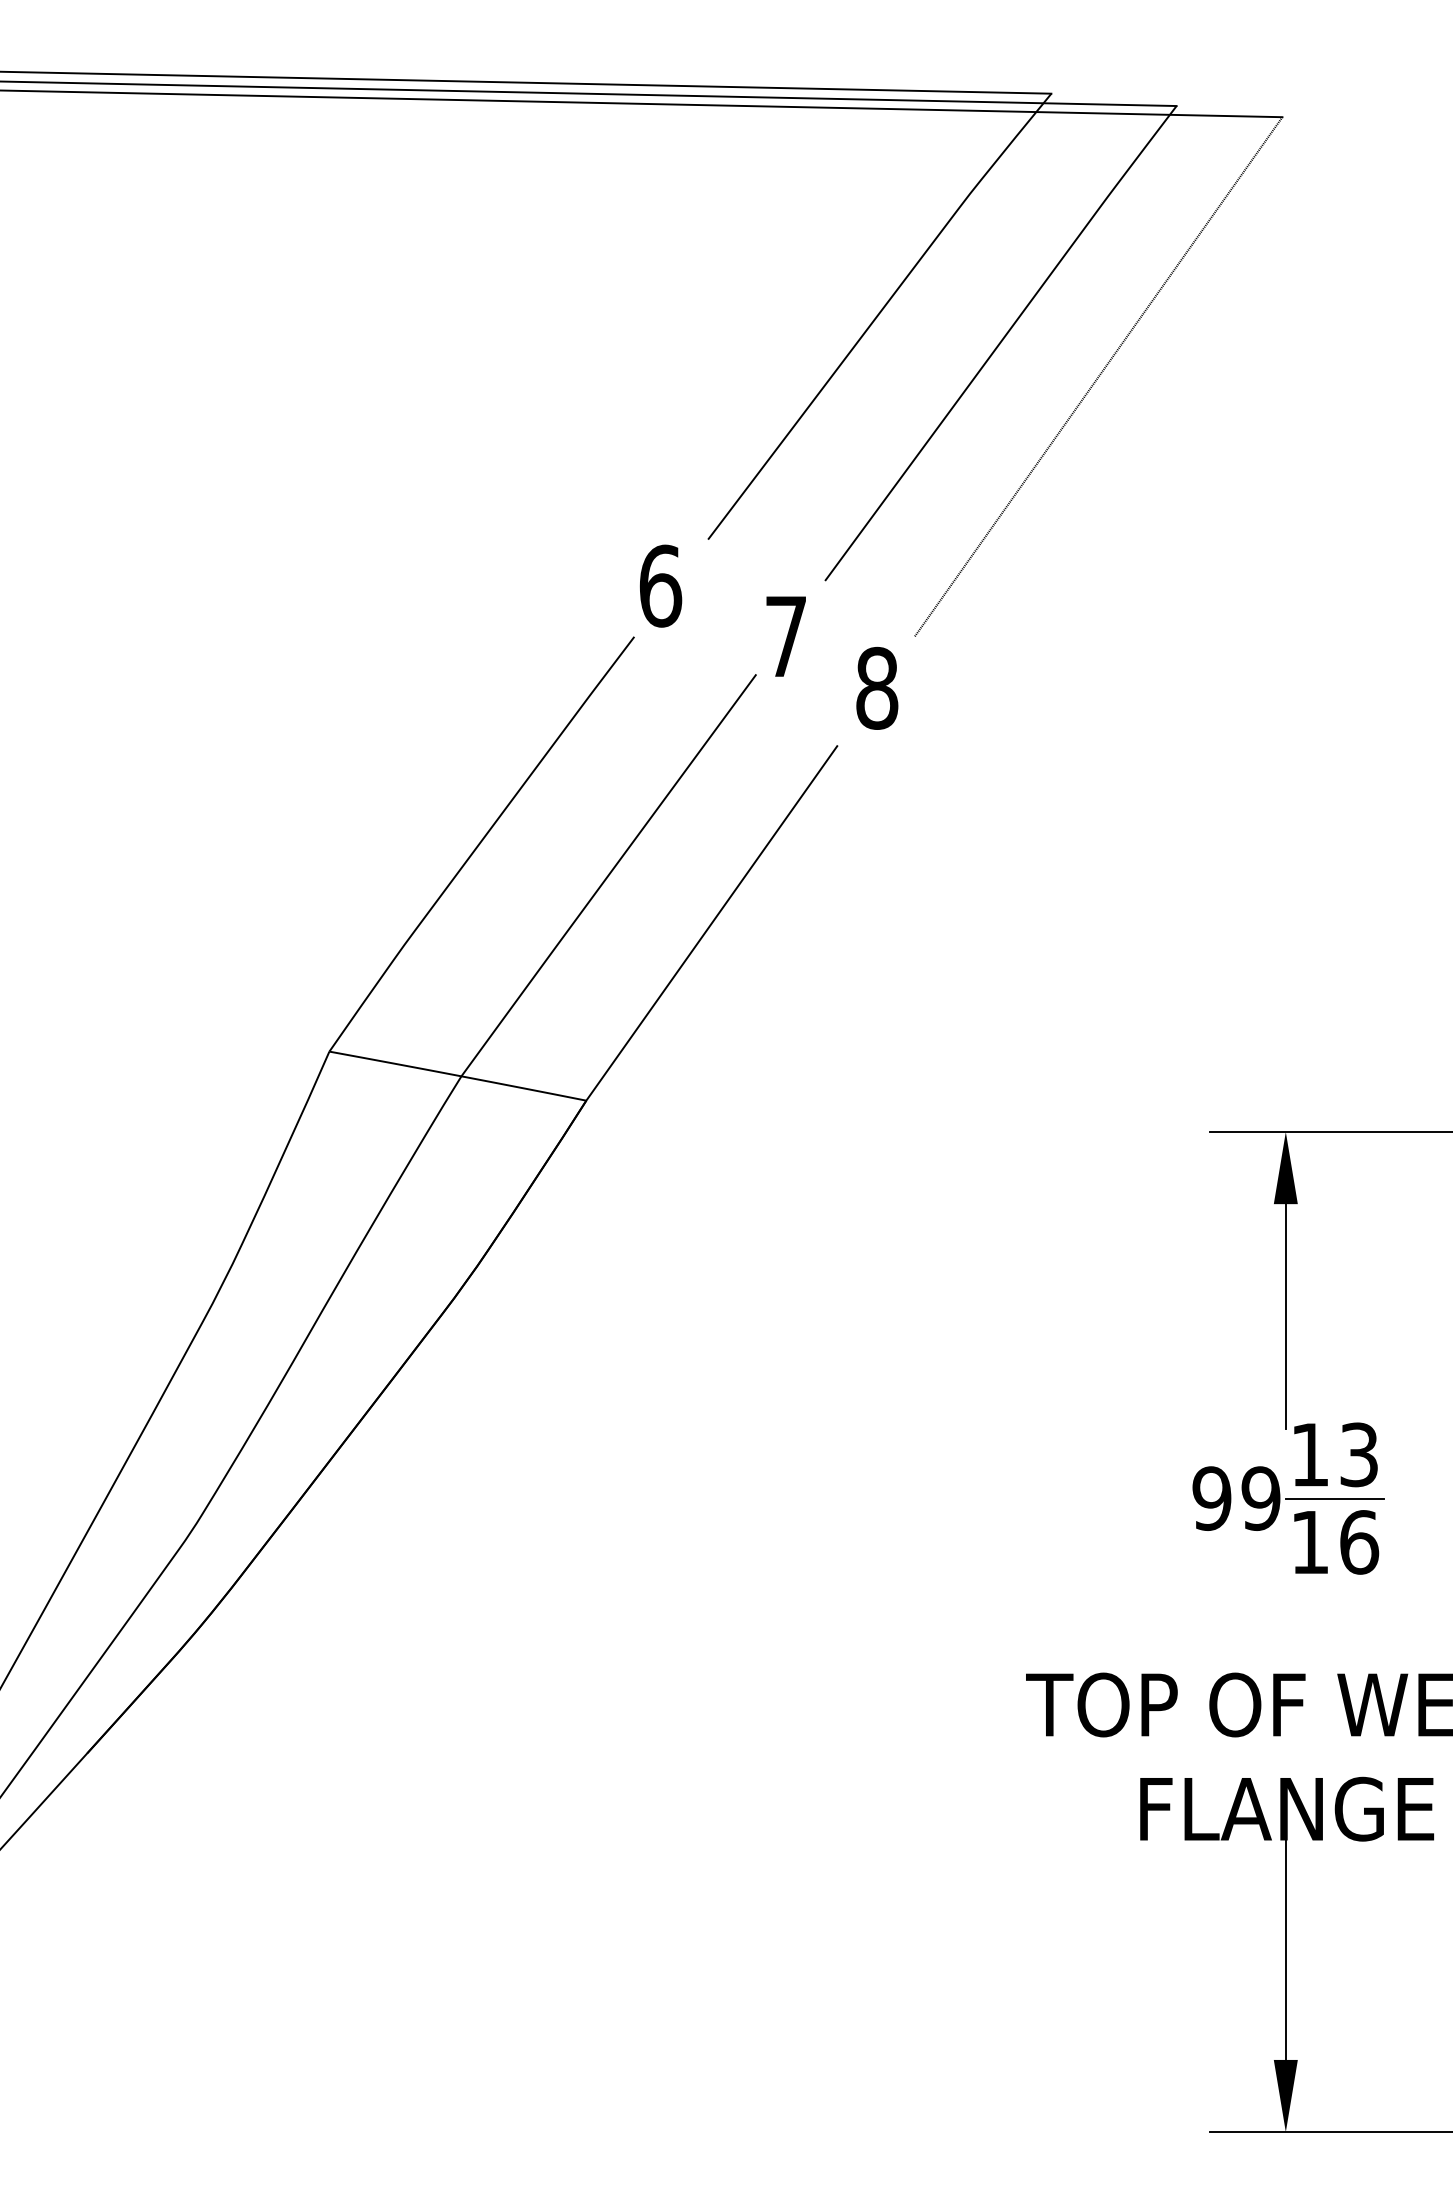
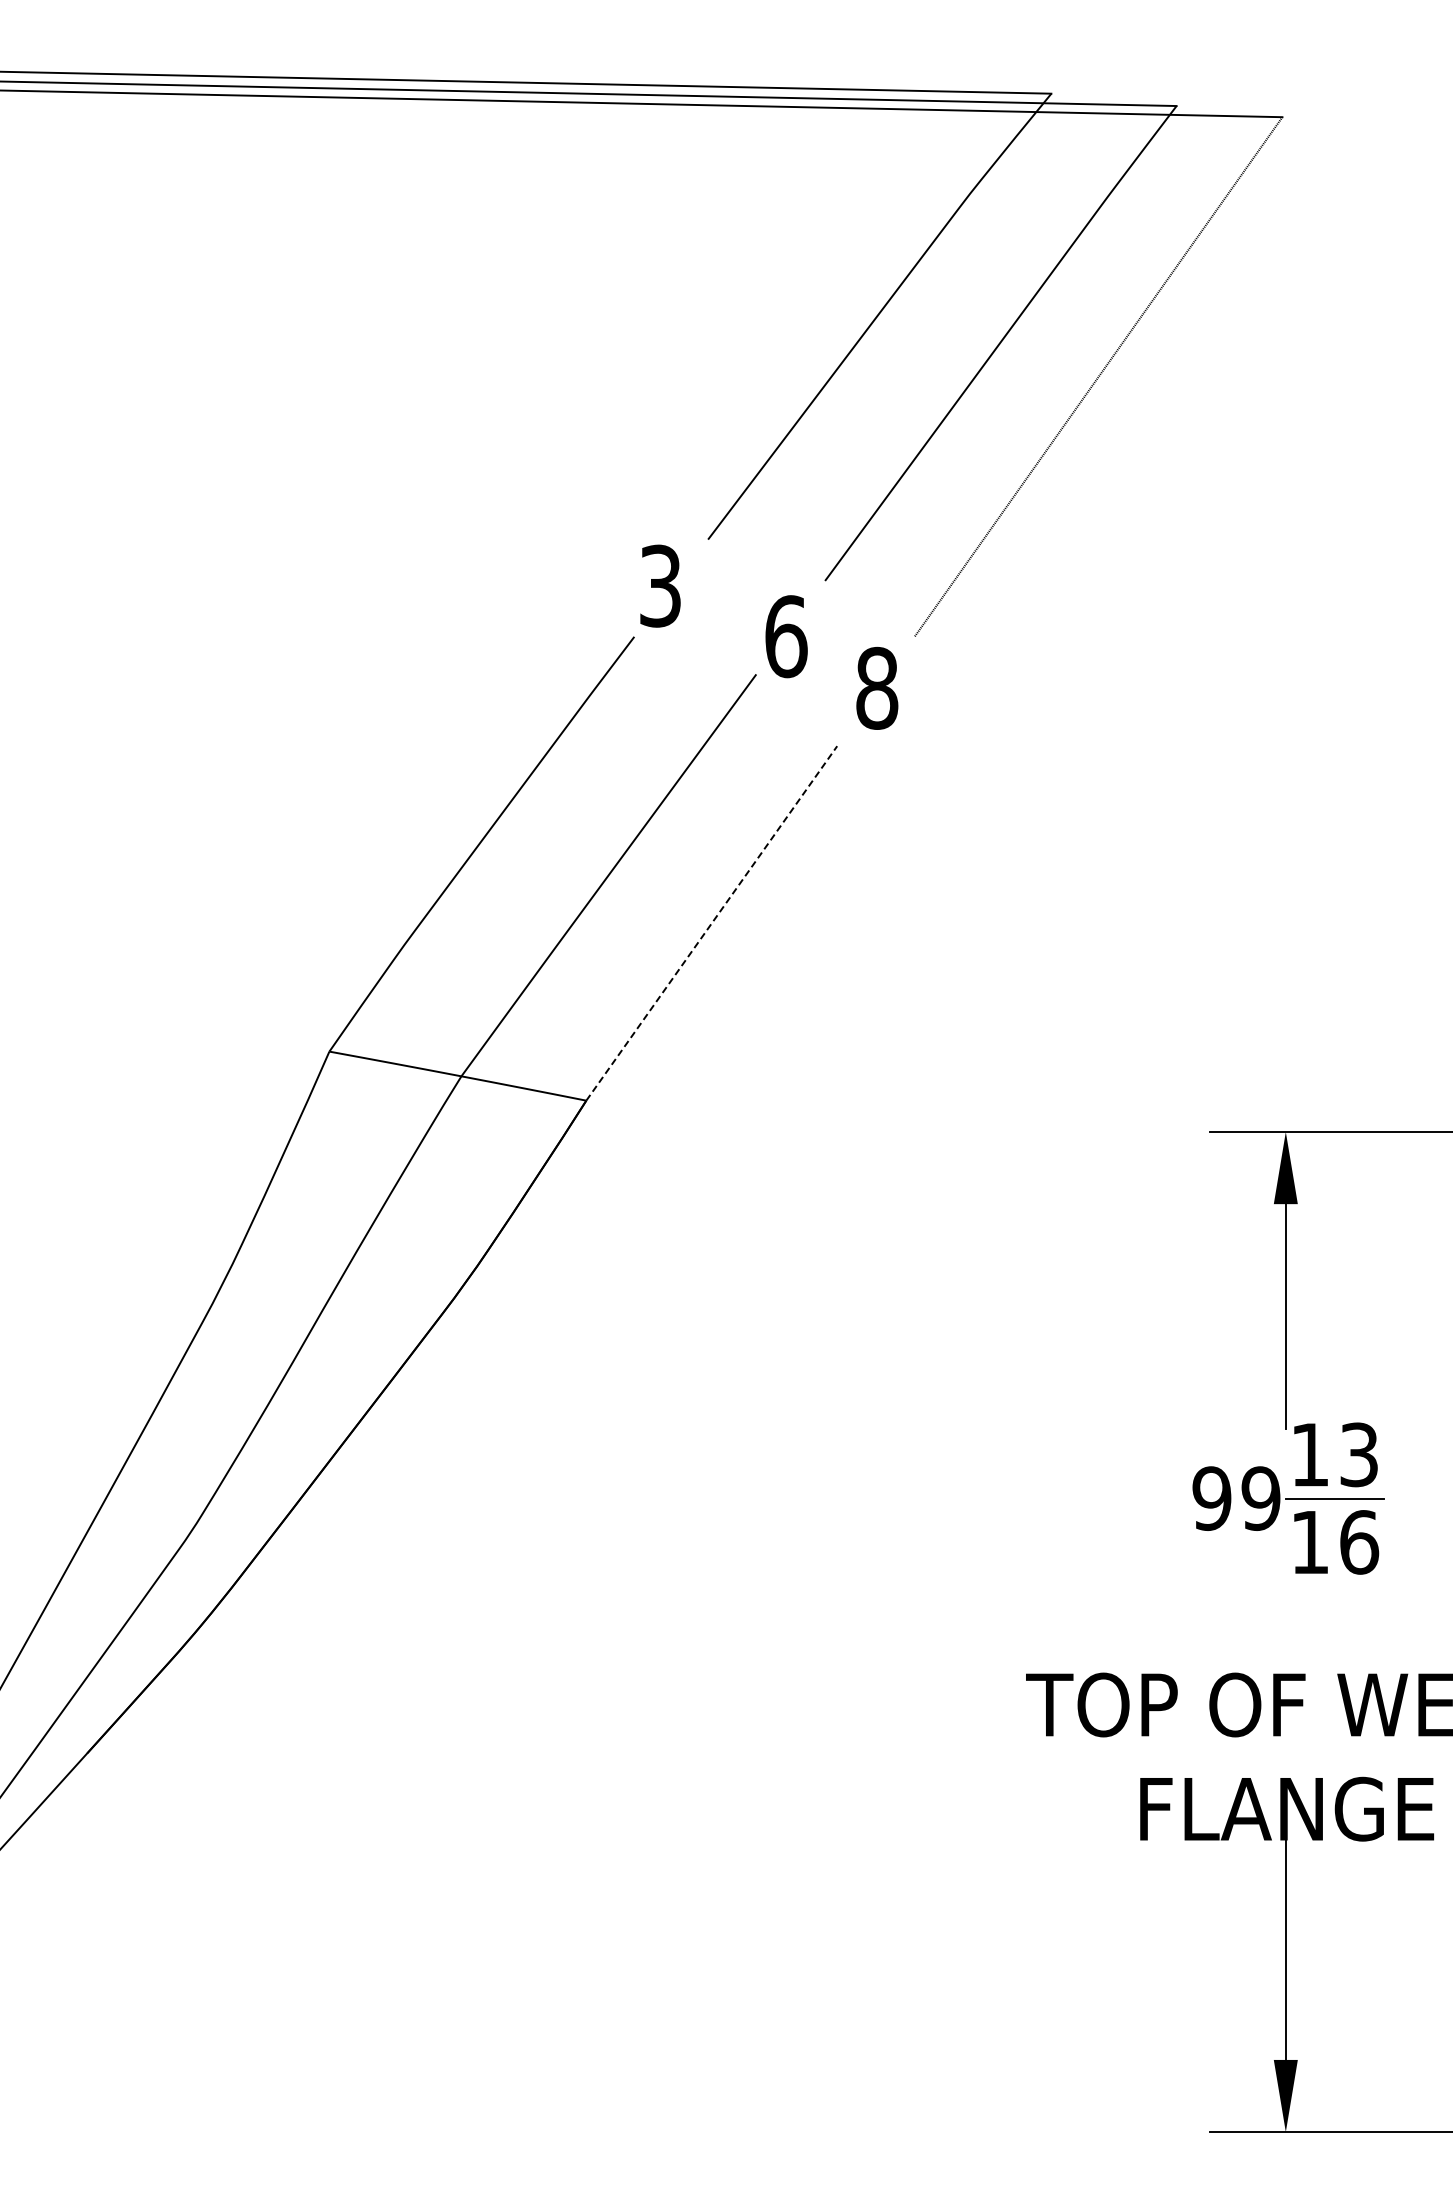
text at (660, 585): 6 -> 3
text at (786, 636): 7 -> 6
line at (712, 923): solid -> dashed
